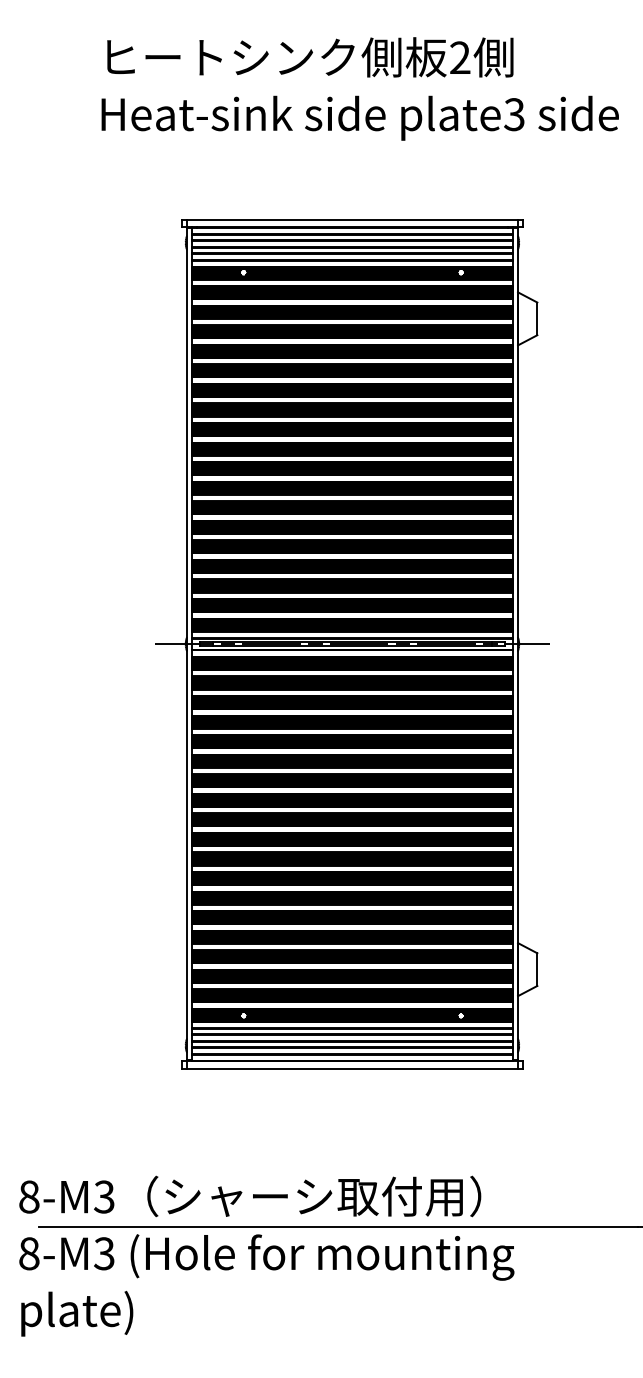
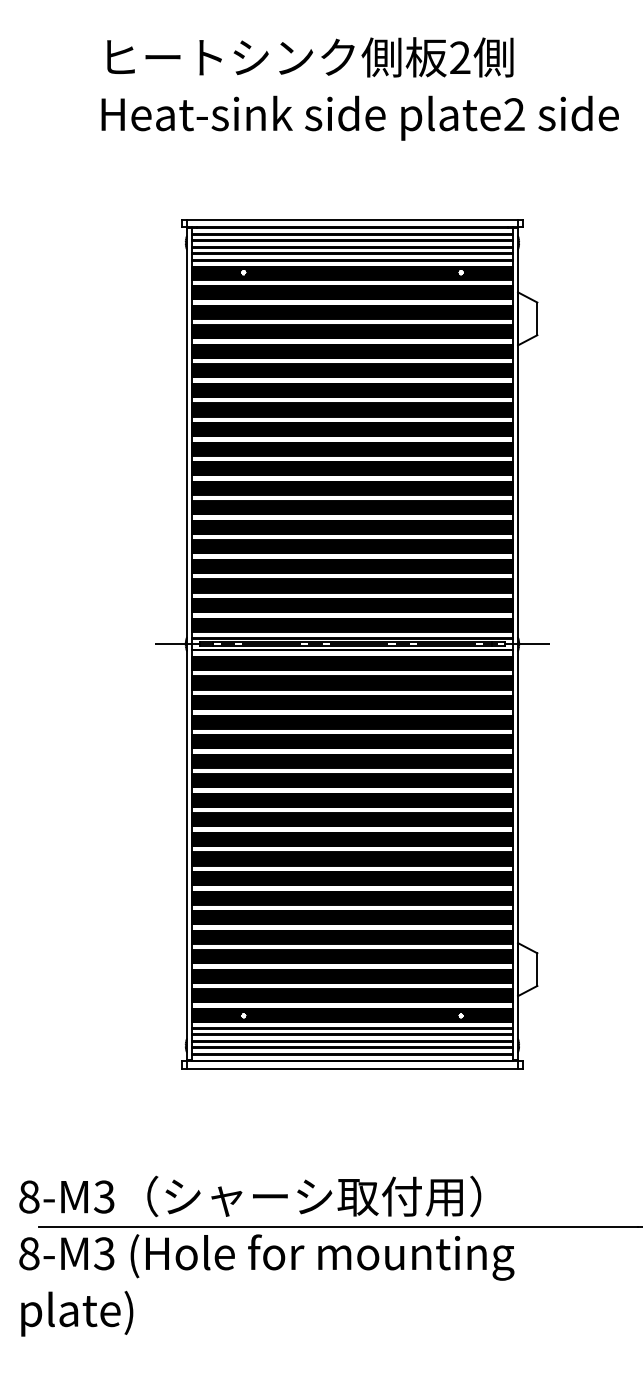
text at (514, 114): plate3 -> plate2
